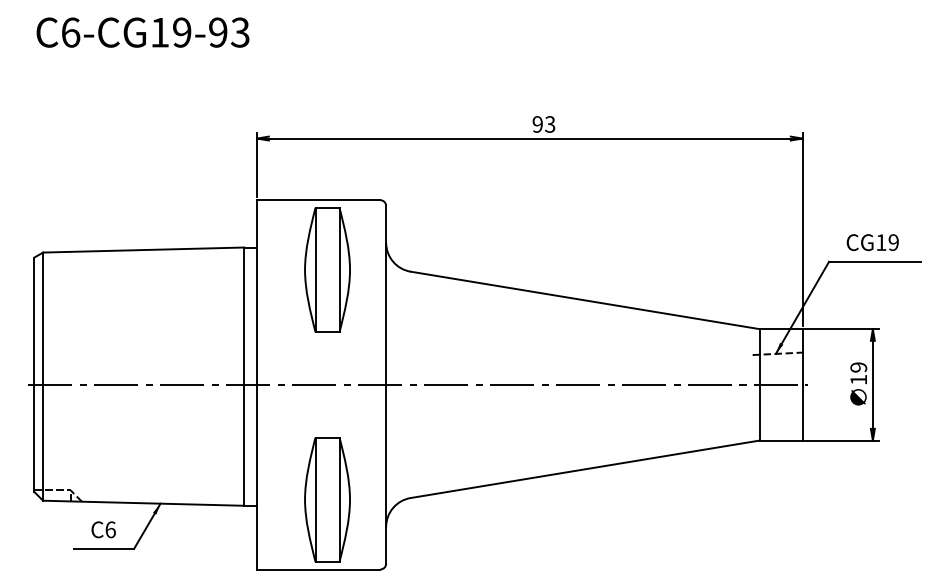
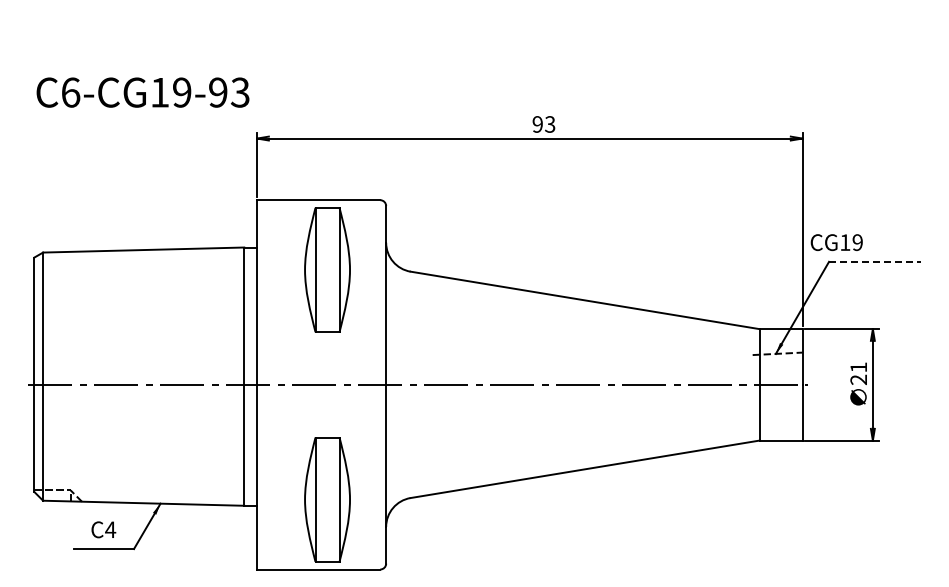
text at (142, 32) position: (142, 32) -> (142, 92)
text at (872, 242) position: (872, 242) -> (836, 242)
line at (874, 261): solid -> dashed
text at (858, 373): 19 -> 21
text at (110, 529): C6 -> C4
